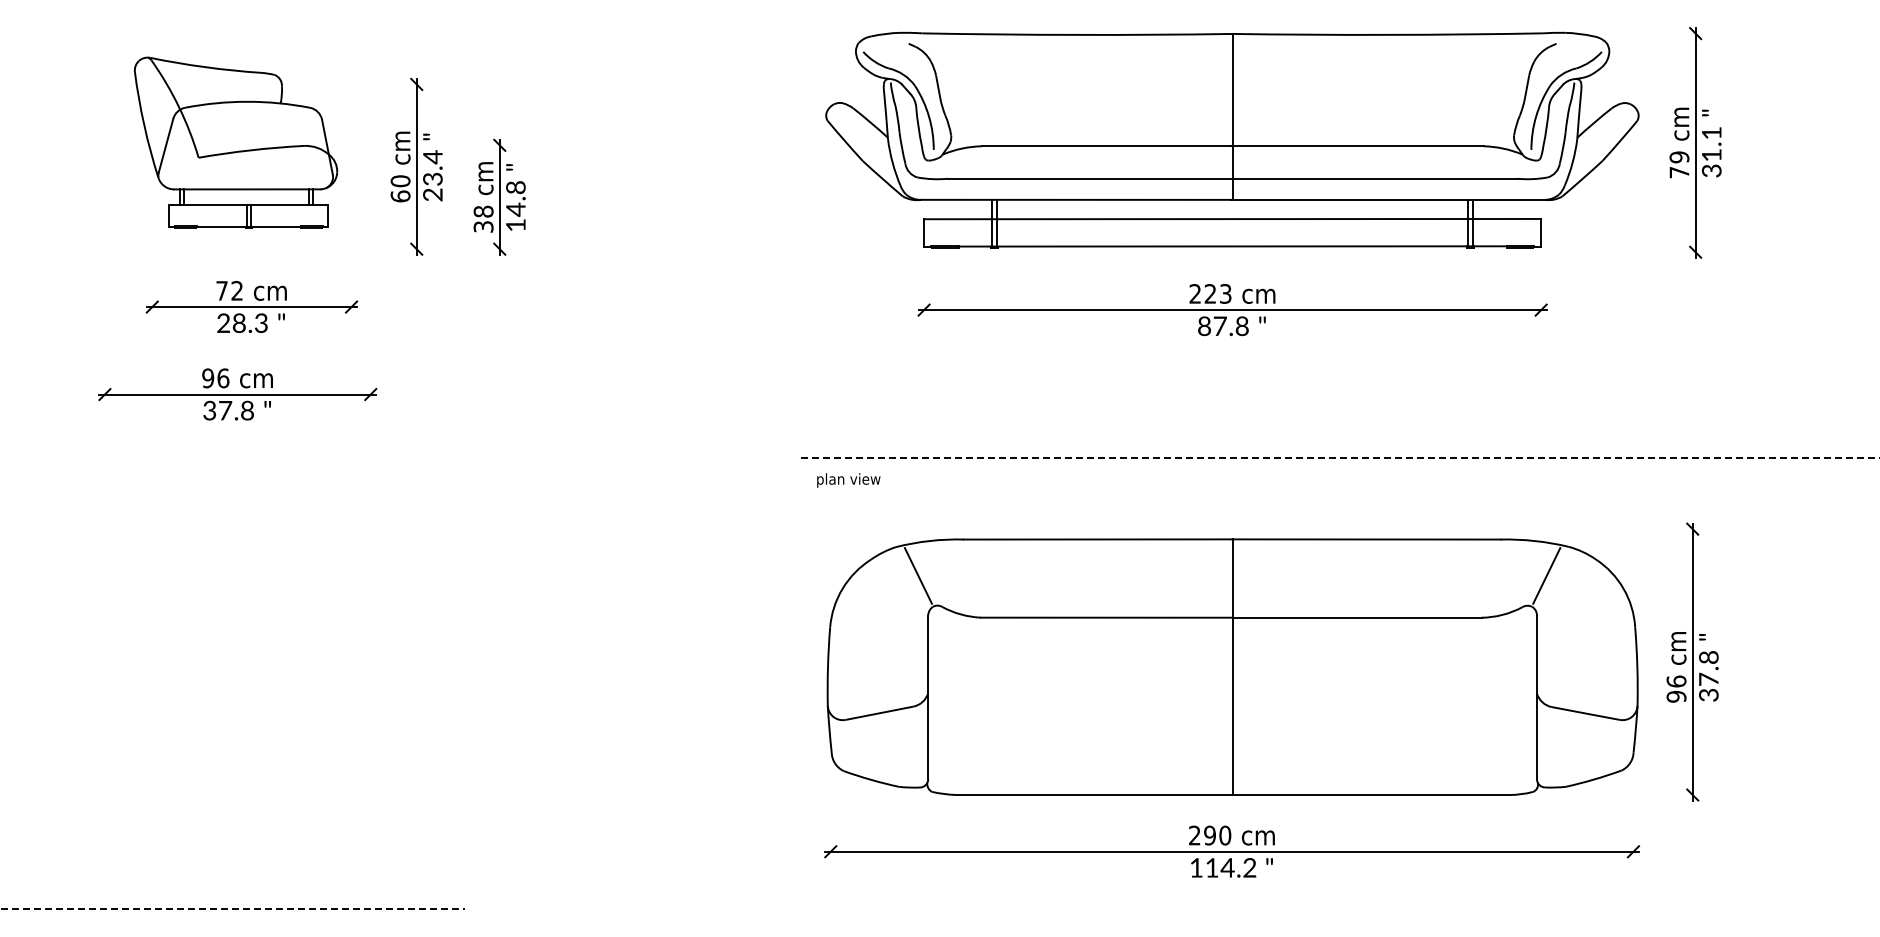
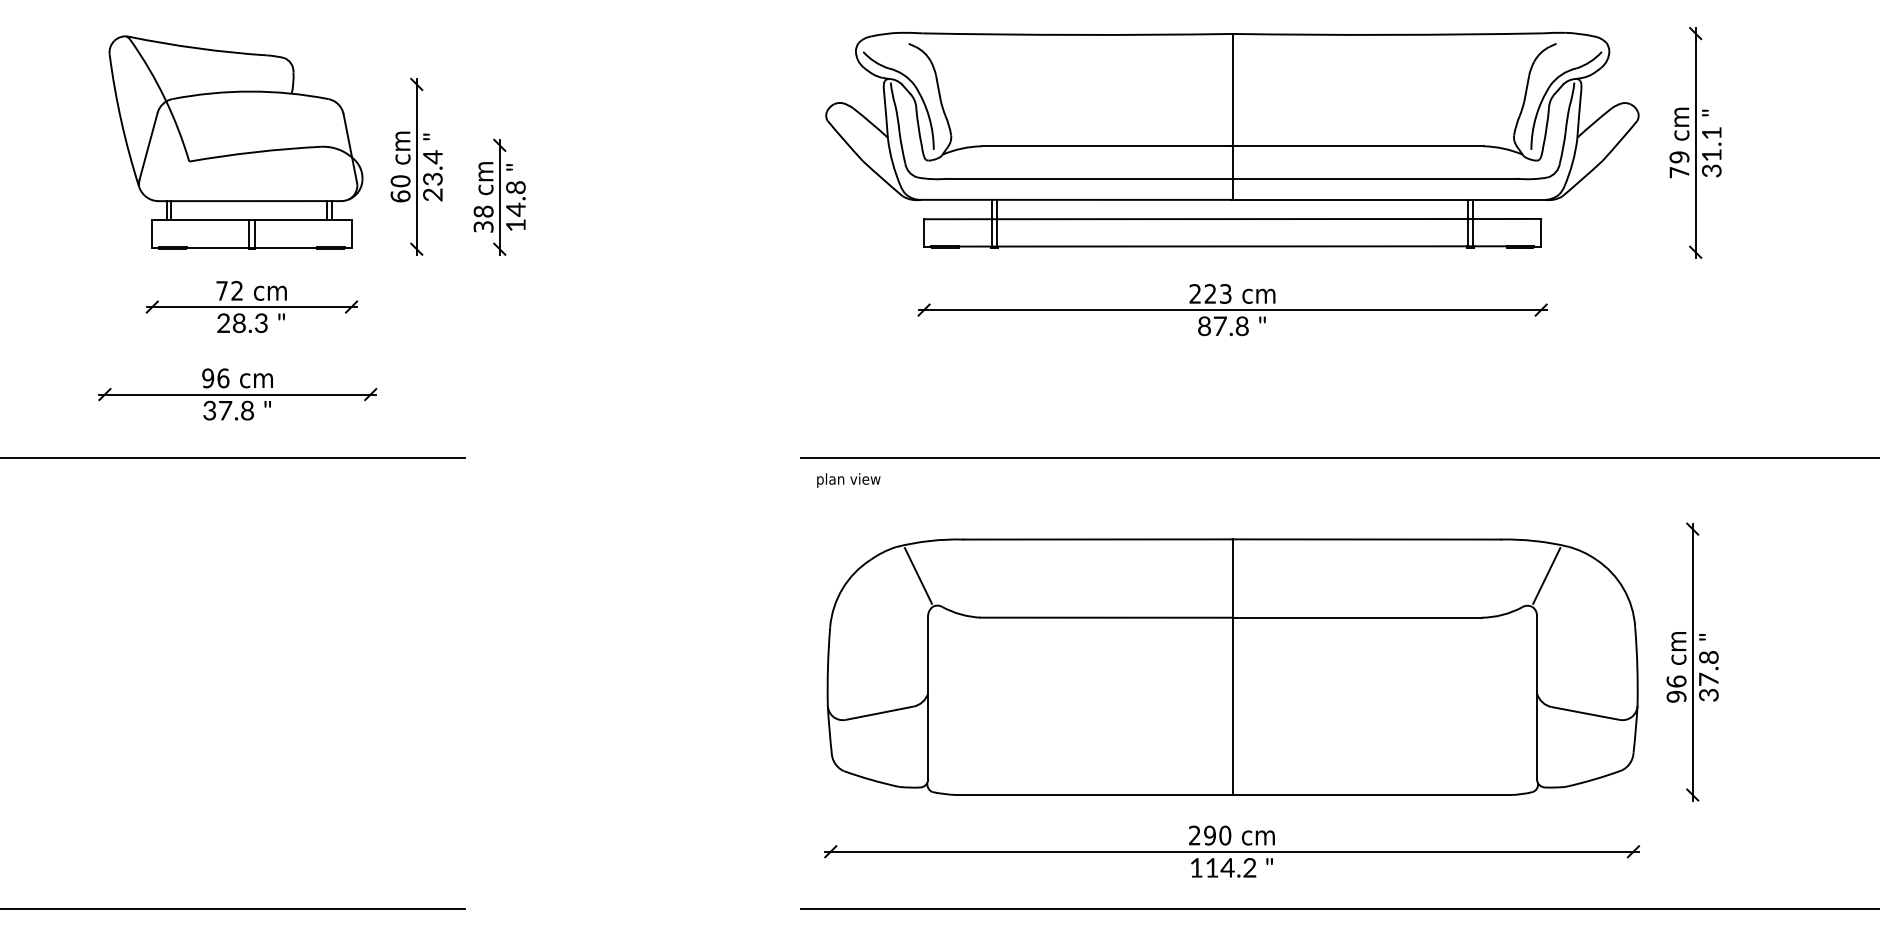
part at (235, 142) size: 206x173 px -> 256x215 px
line at (233, 458): none -> present
line at (1340, 458): dashed -> solid
line at (233, 908): dashed -> solid
line at (1338, 908): none -> present
